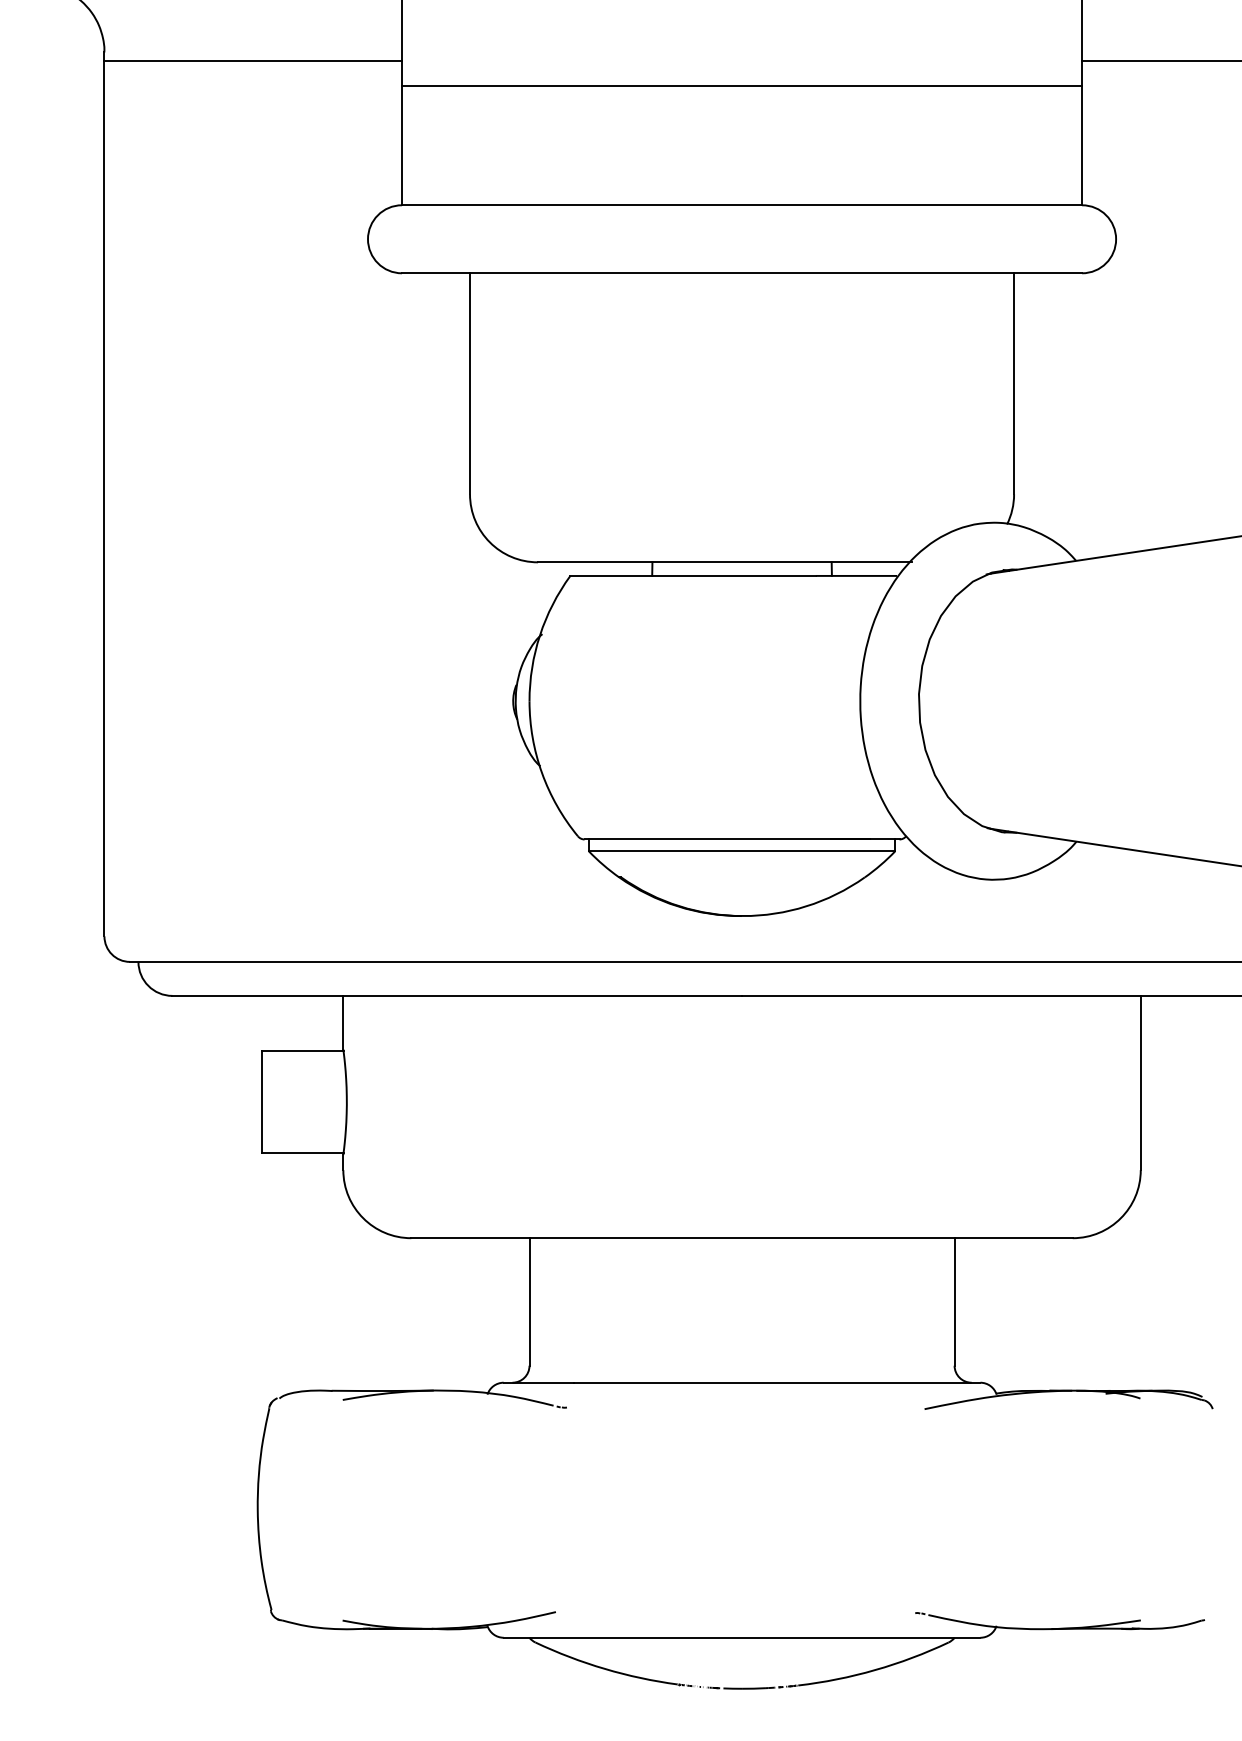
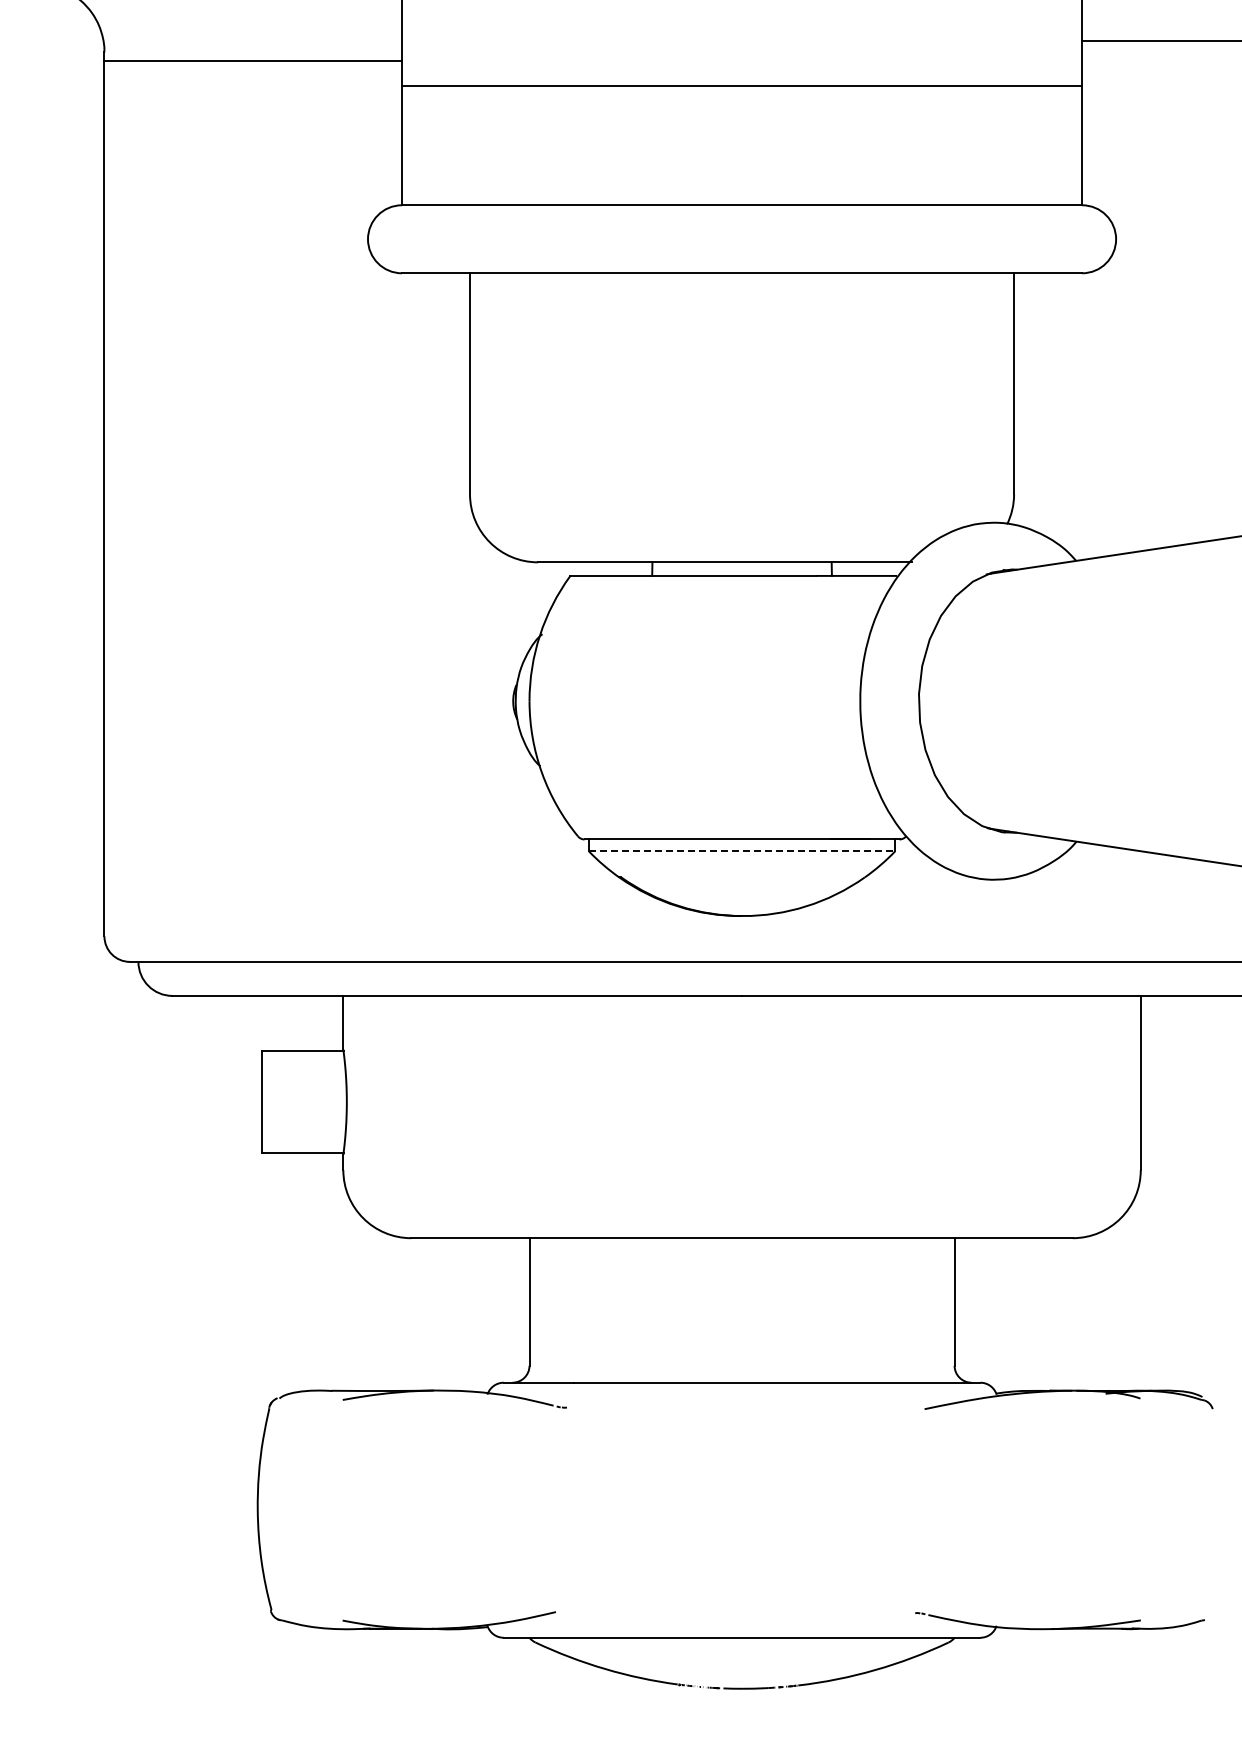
line at (1160, 60) position: (1160, 60) -> (1160, 40)
line at (742, 851): solid -> dashed
